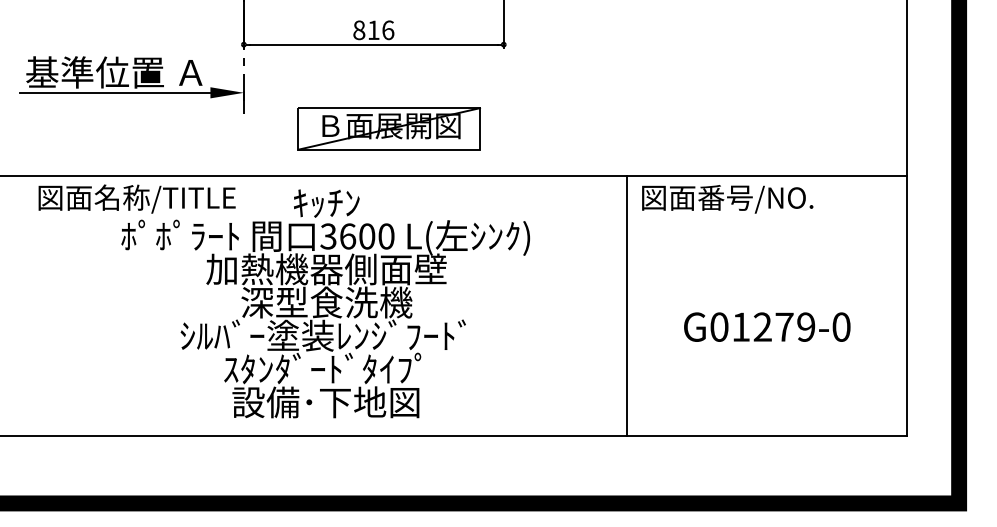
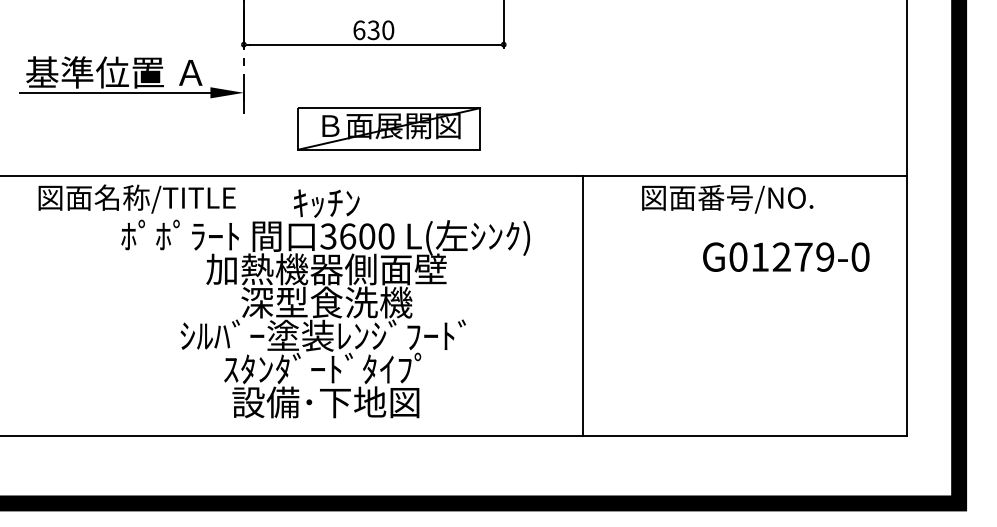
text at (373, 30): 816 -> 630
line at (626, 306) position: (626, 306) -> (582, 306)
text at (767, 326) position: (767, 326) -> (786, 256)
